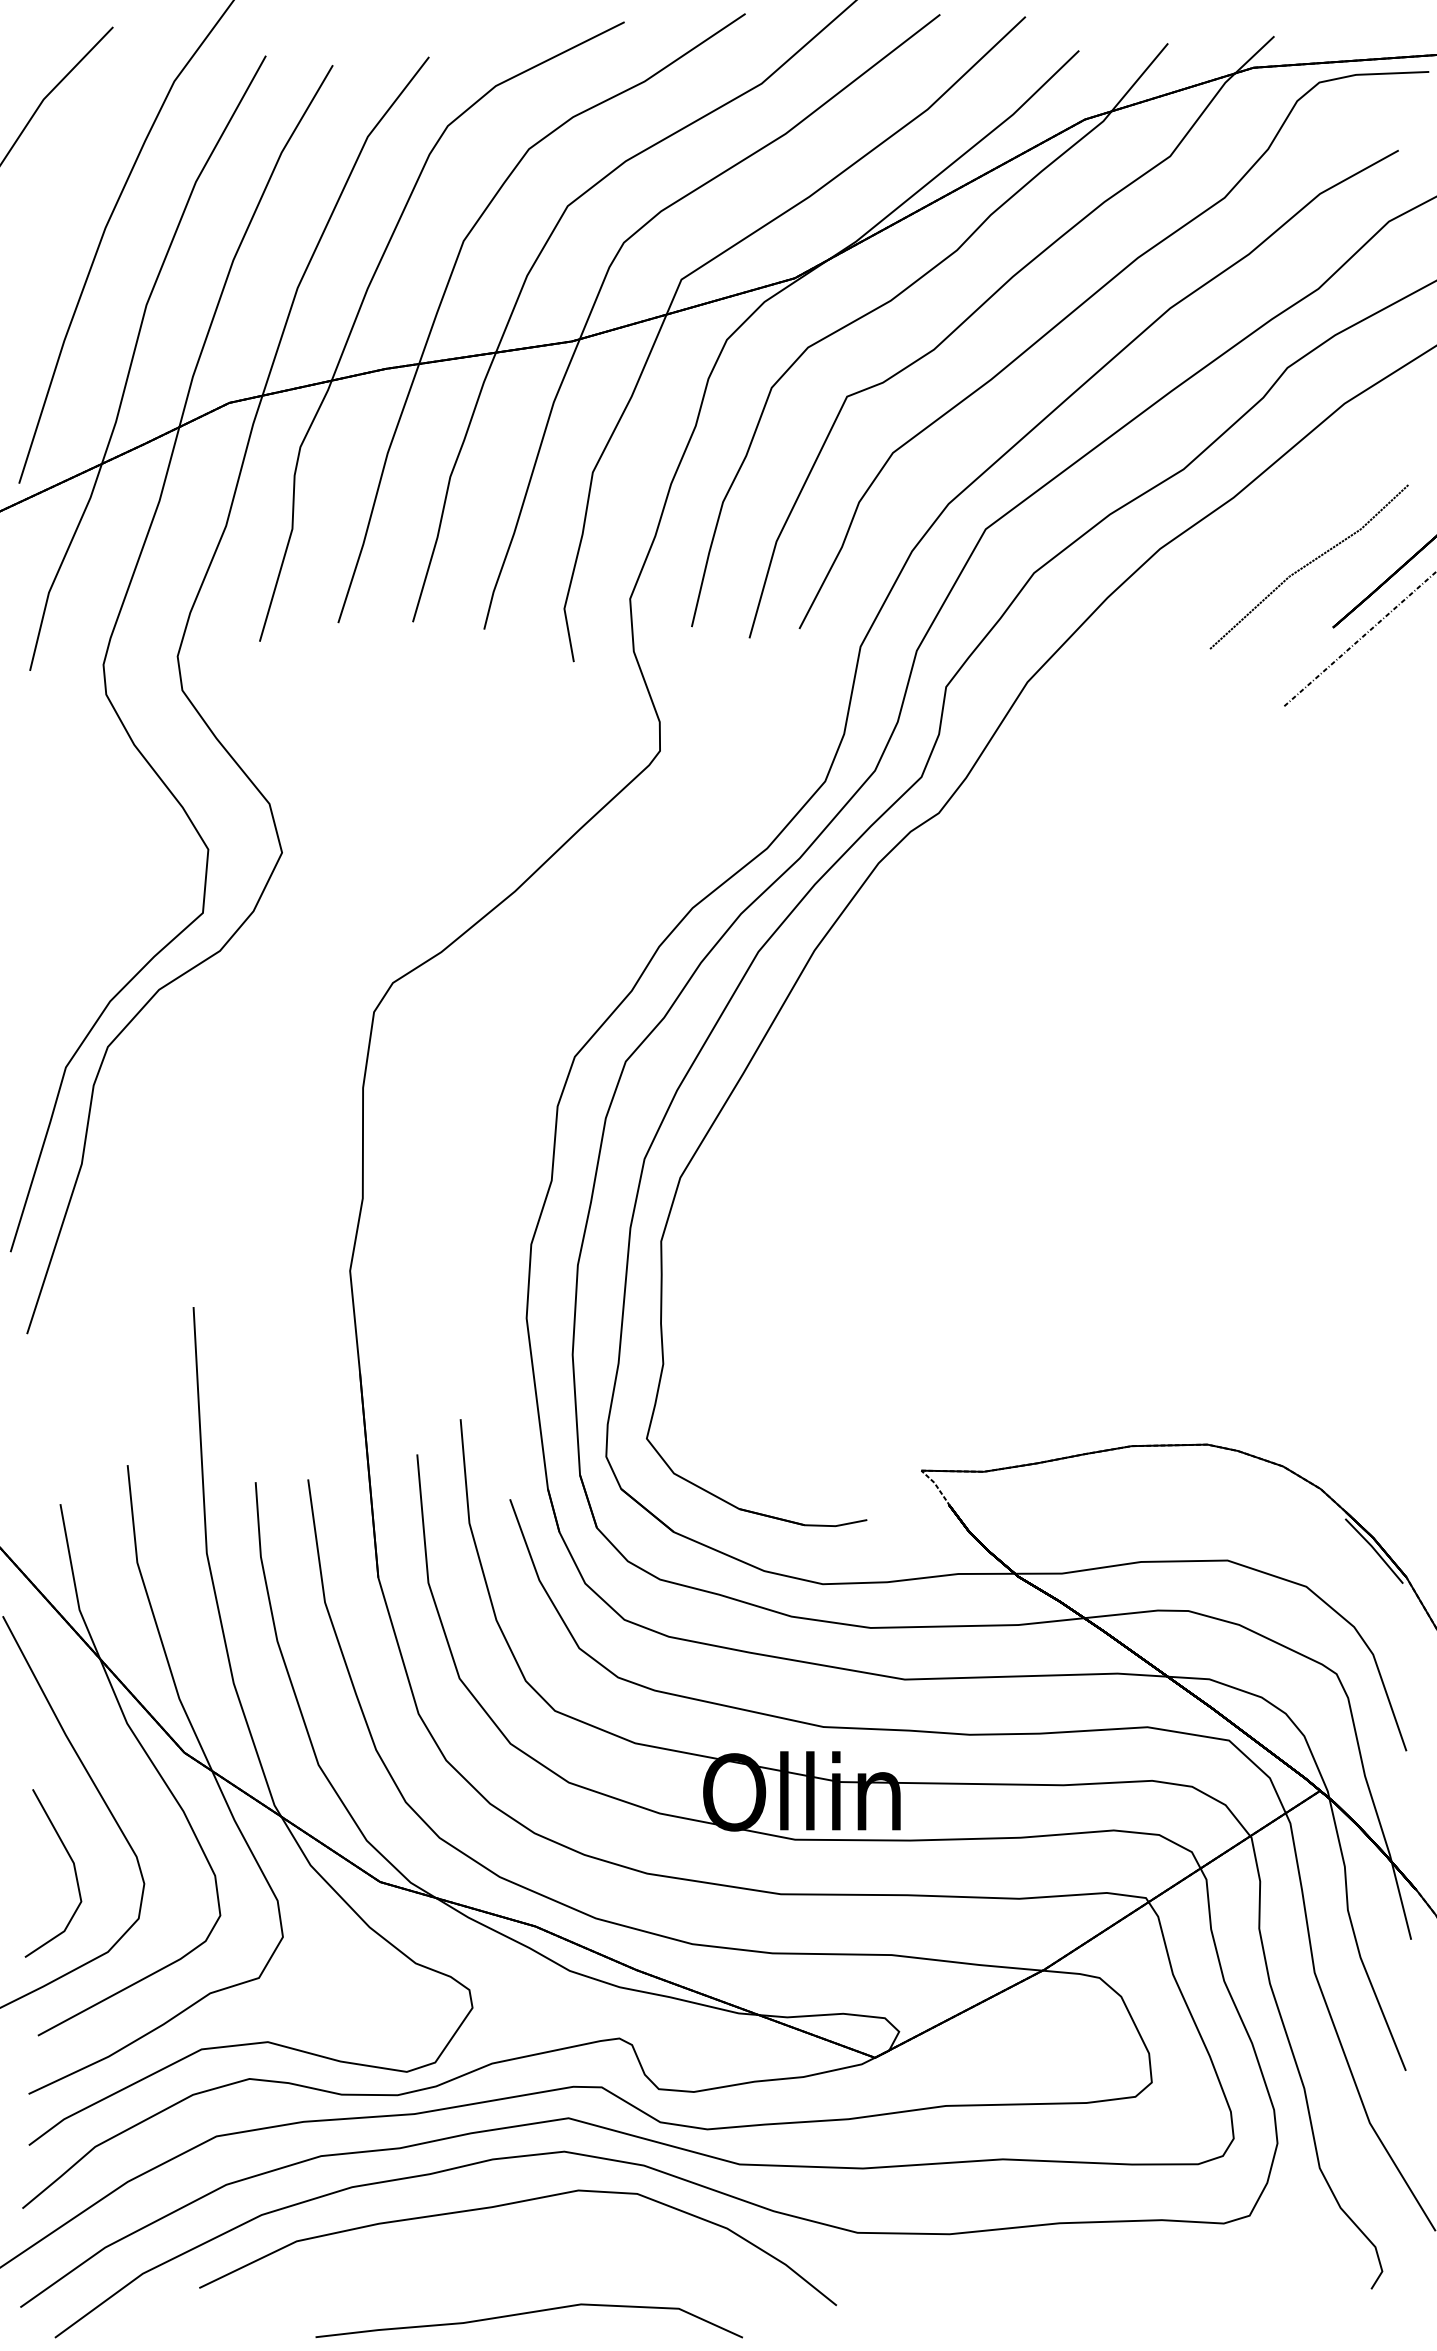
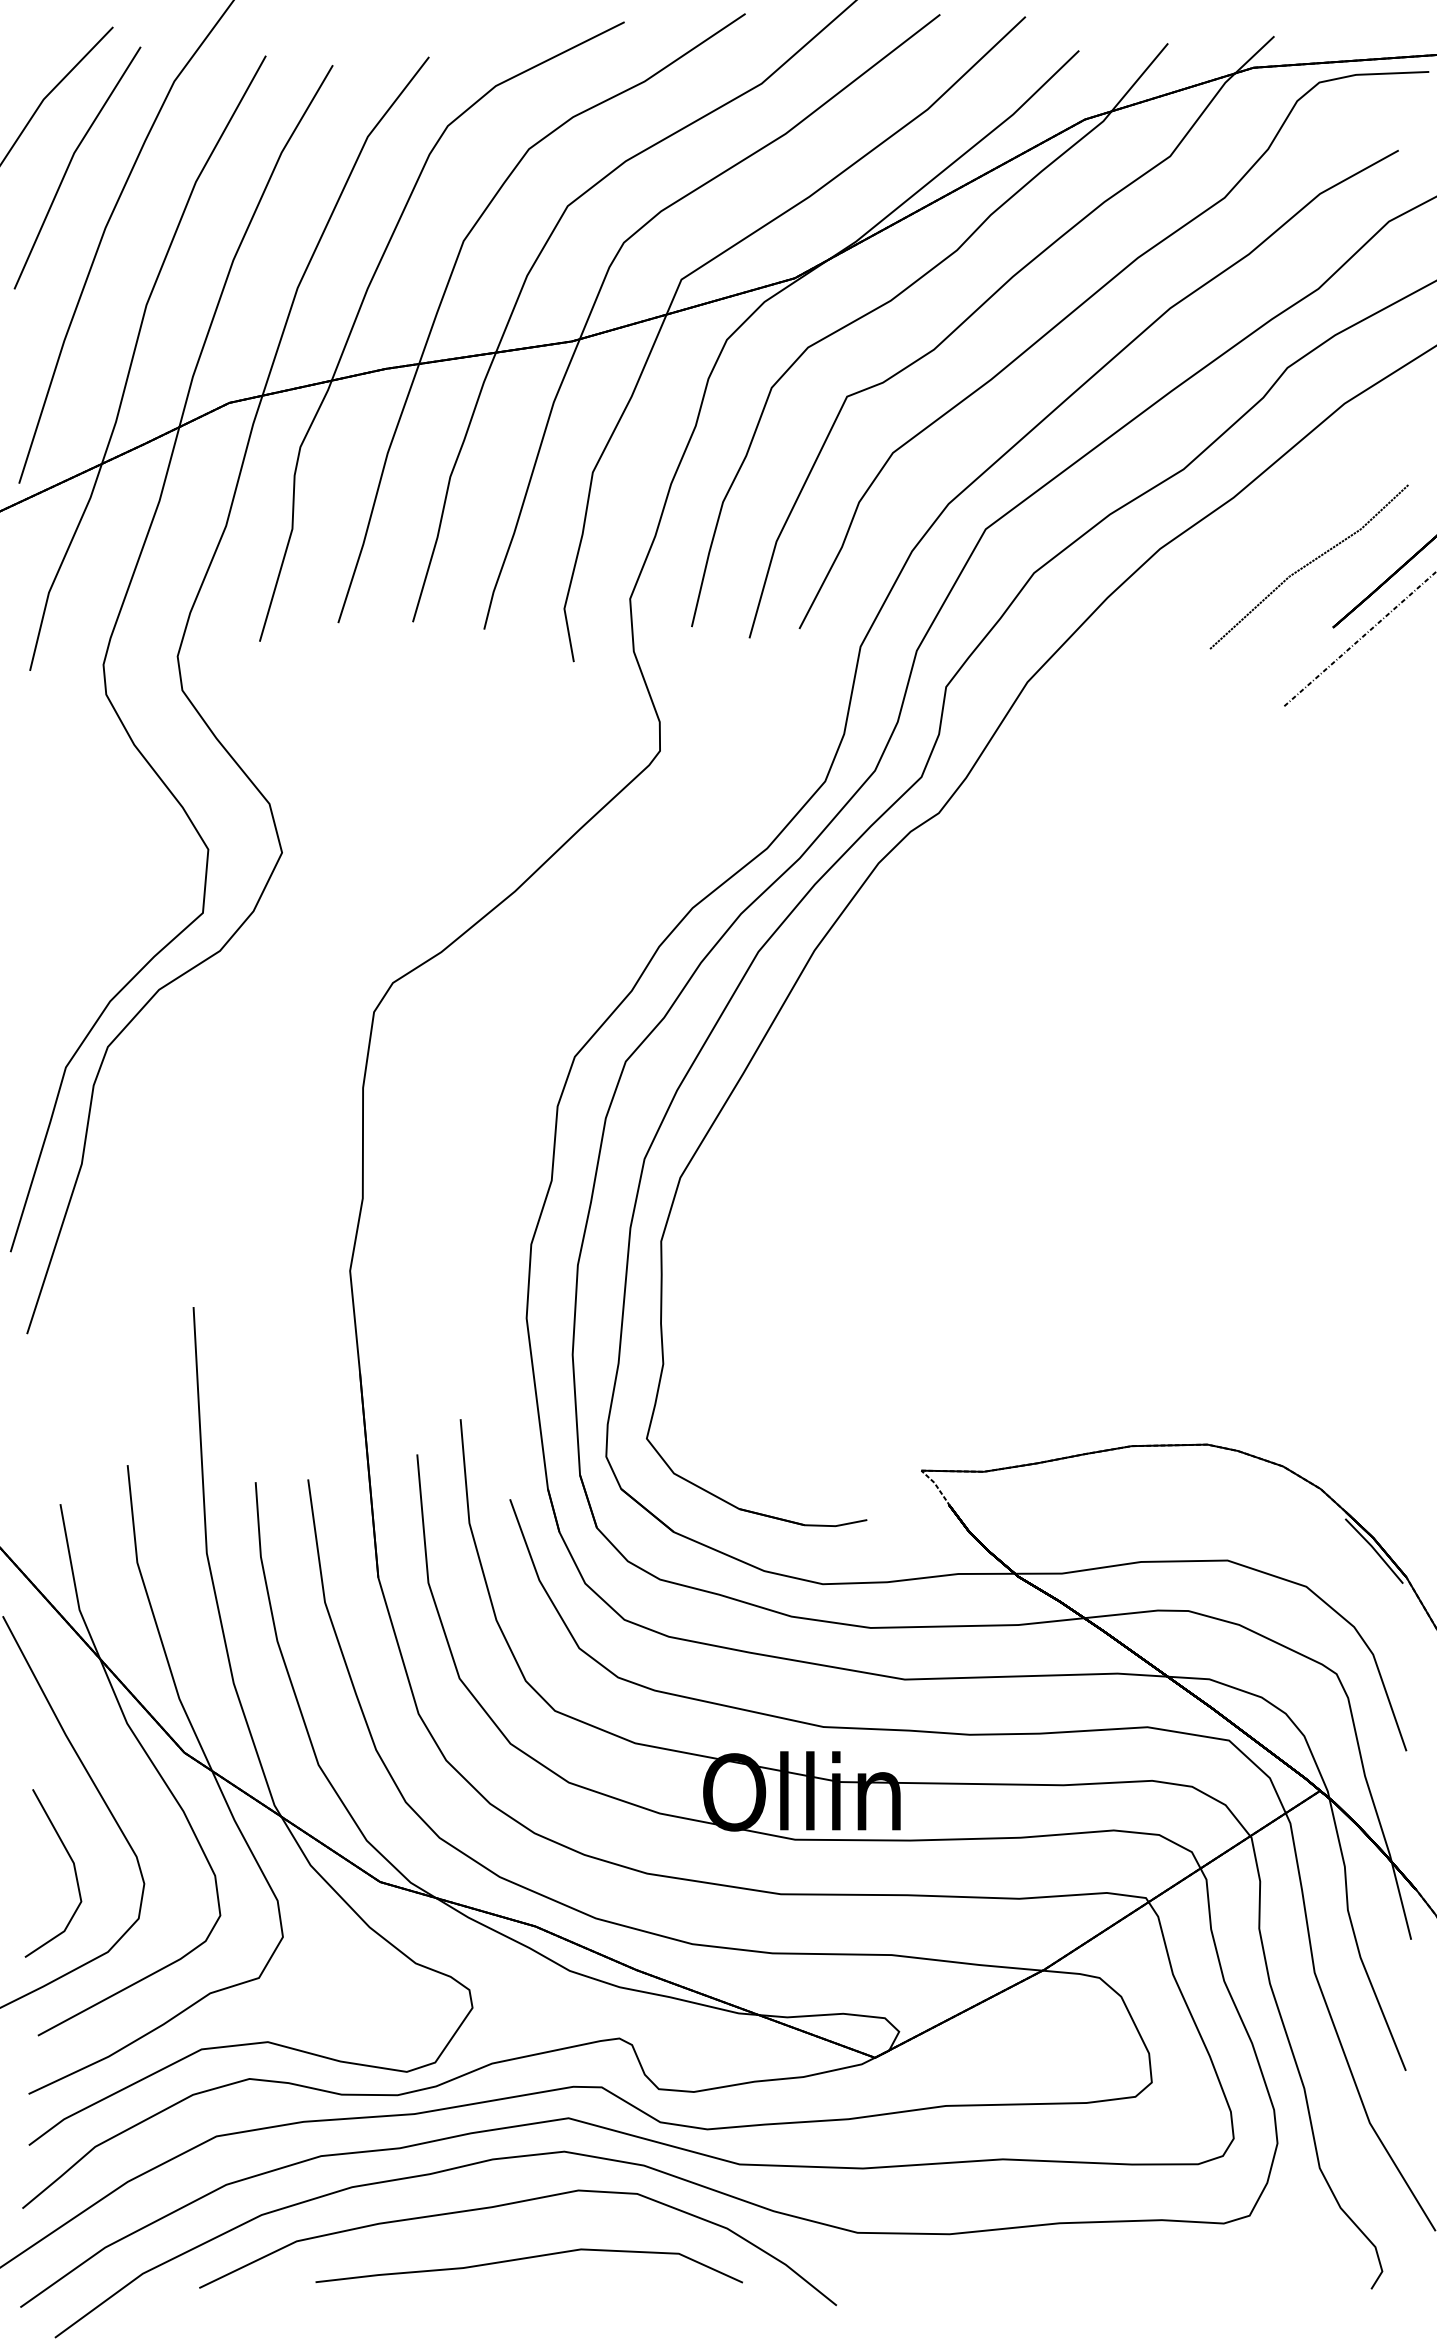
line at (70, 164): none -> present
curve at (525, 2314) position: (525, 2314) -> (525, 2259)
